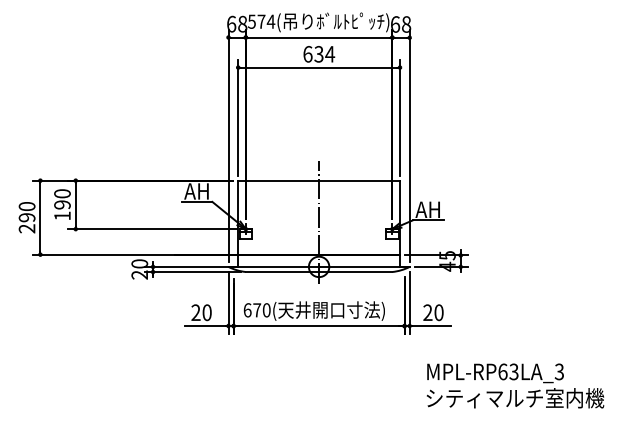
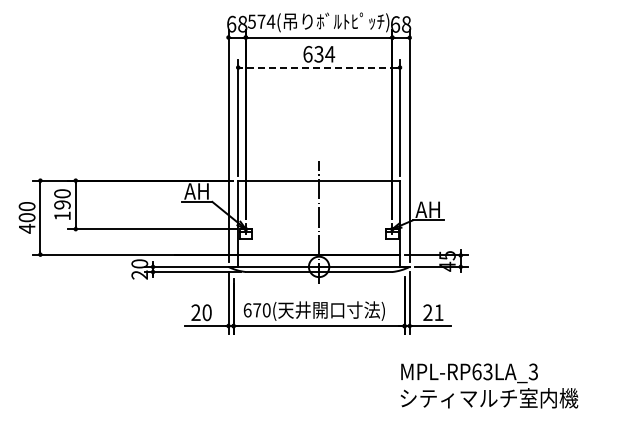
line at (318, 67): solid -> dashed
text at (26, 223): 290 -> 400
text at (438, 312): 20 -> 21
text at (515, 385) position: (515, 385) -> (489, 385)
